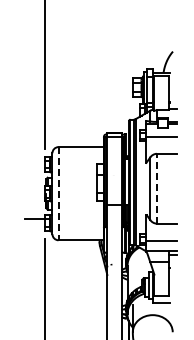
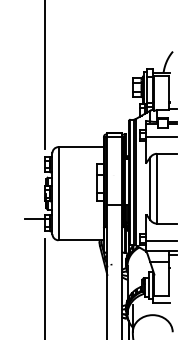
line at (156, 188): dashed -> solid
line at (58, 193): dashed -> solid
